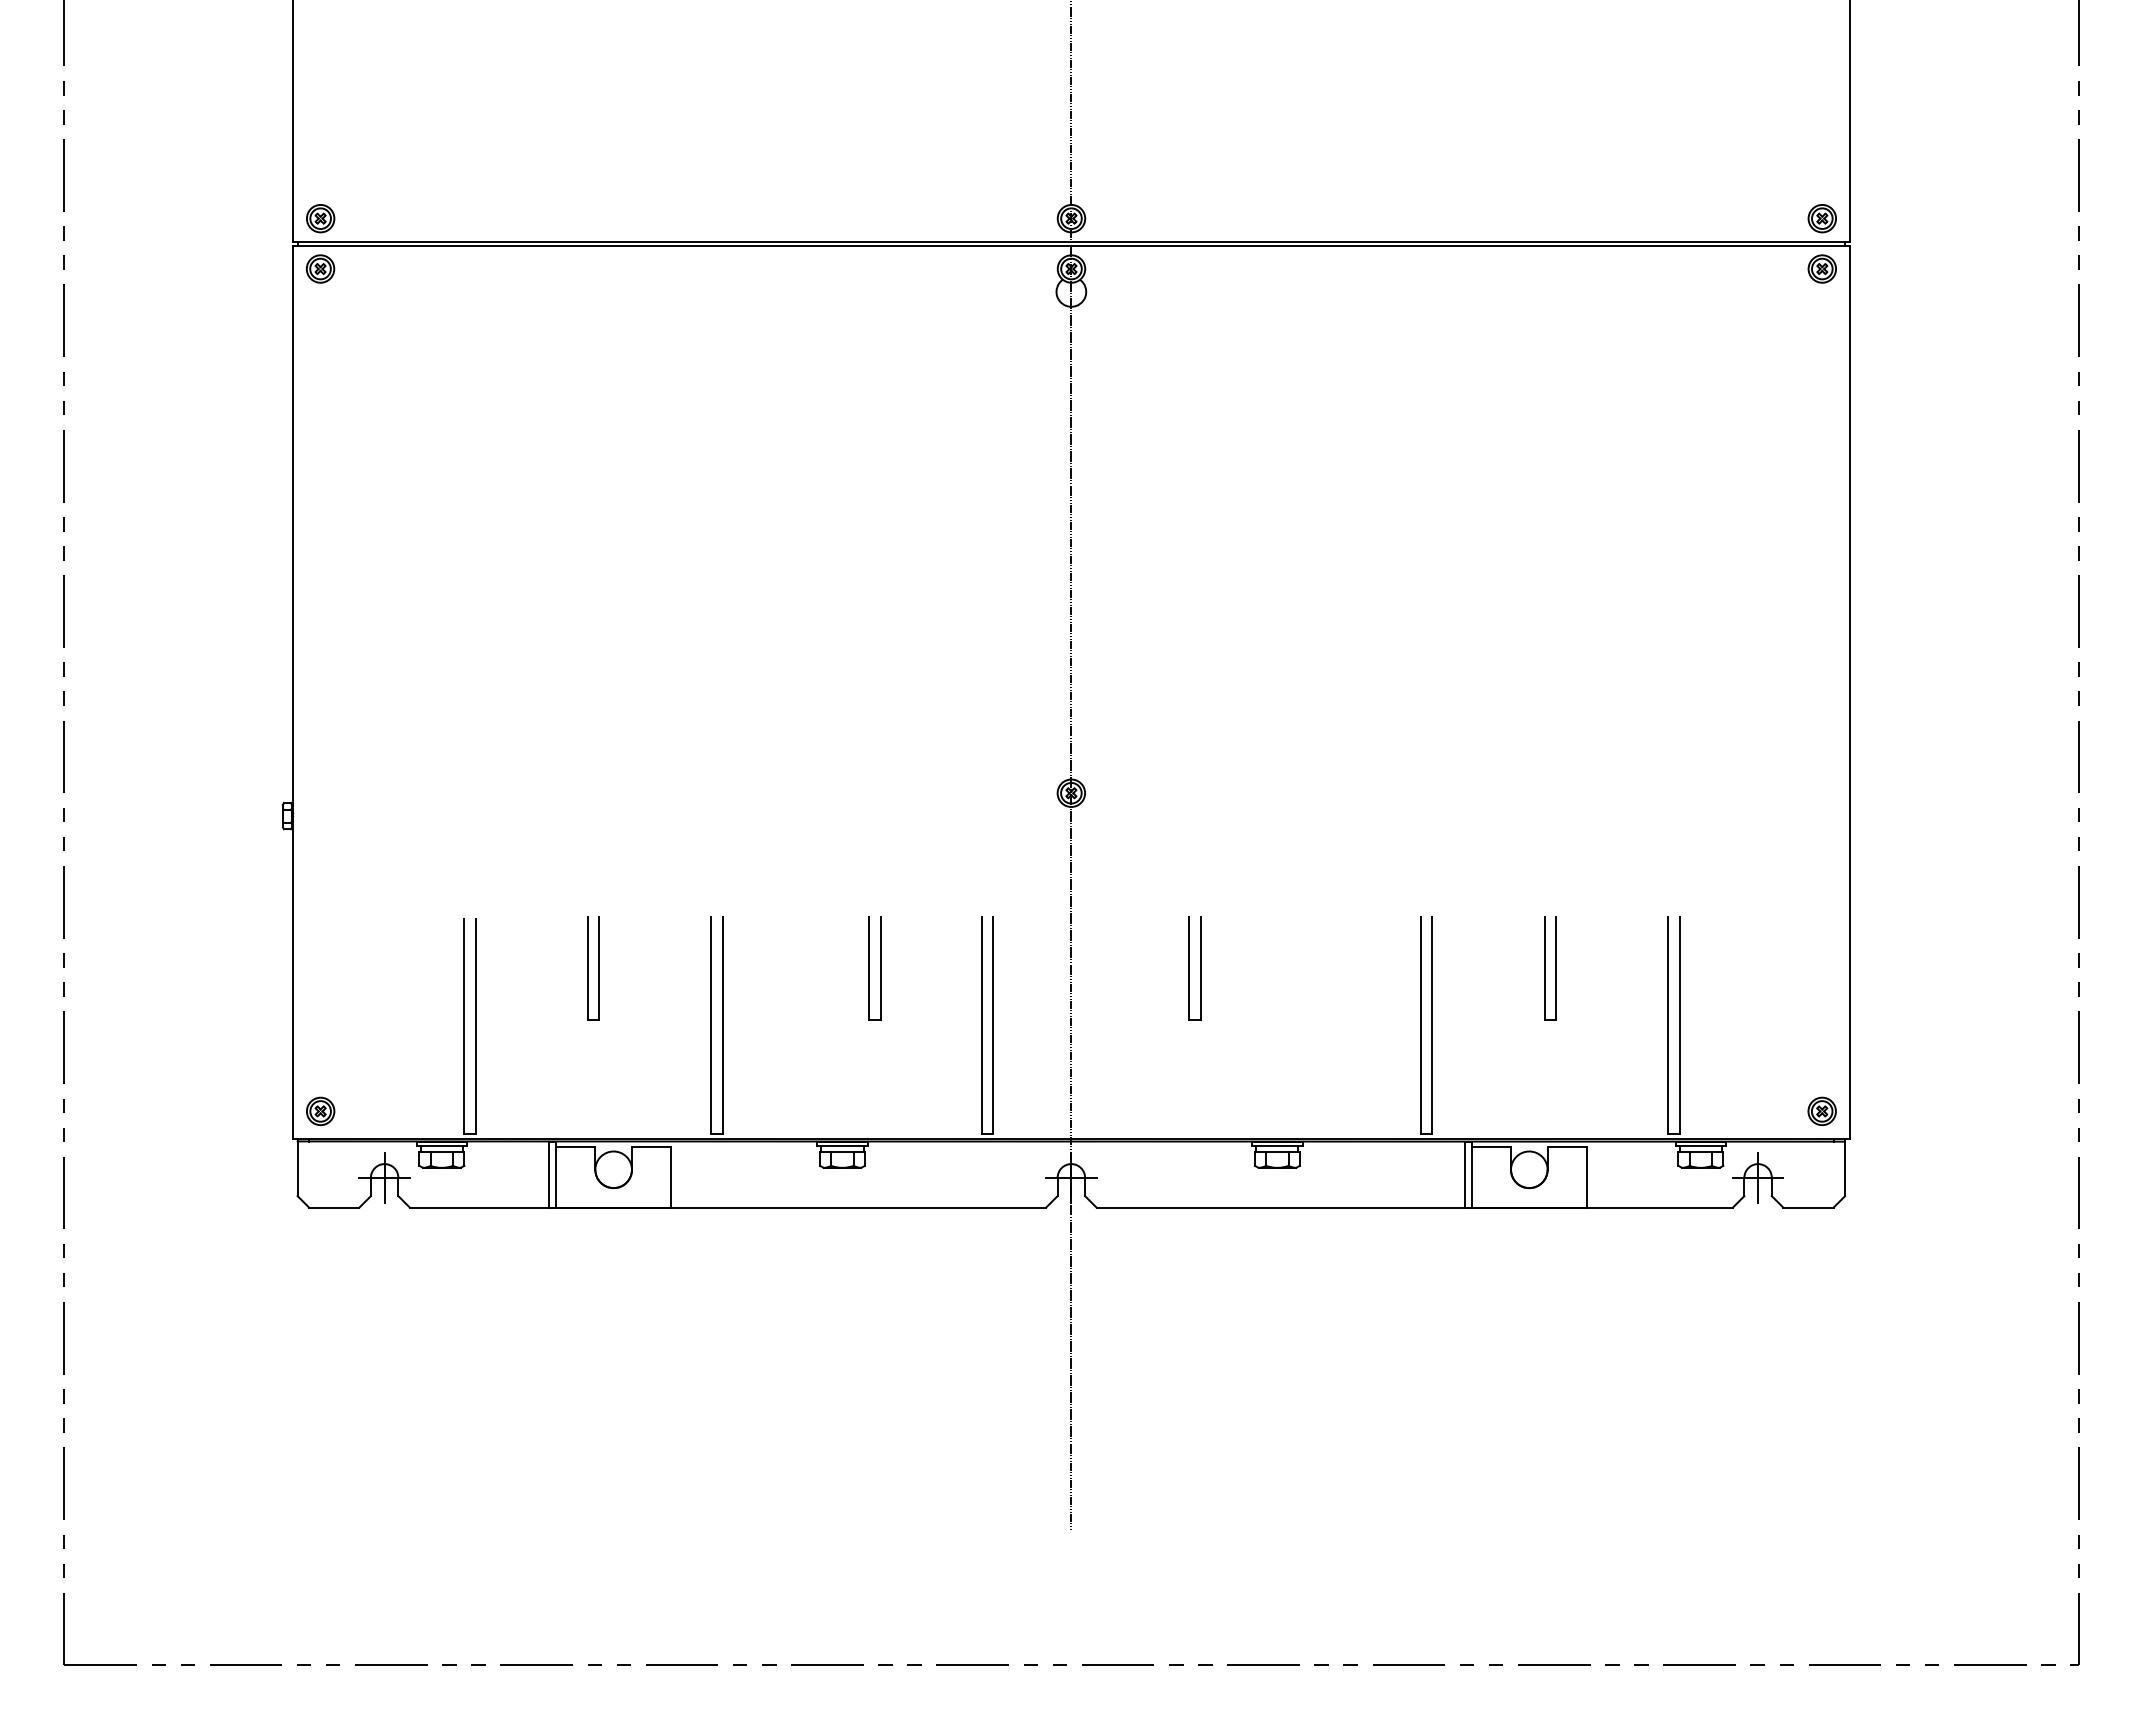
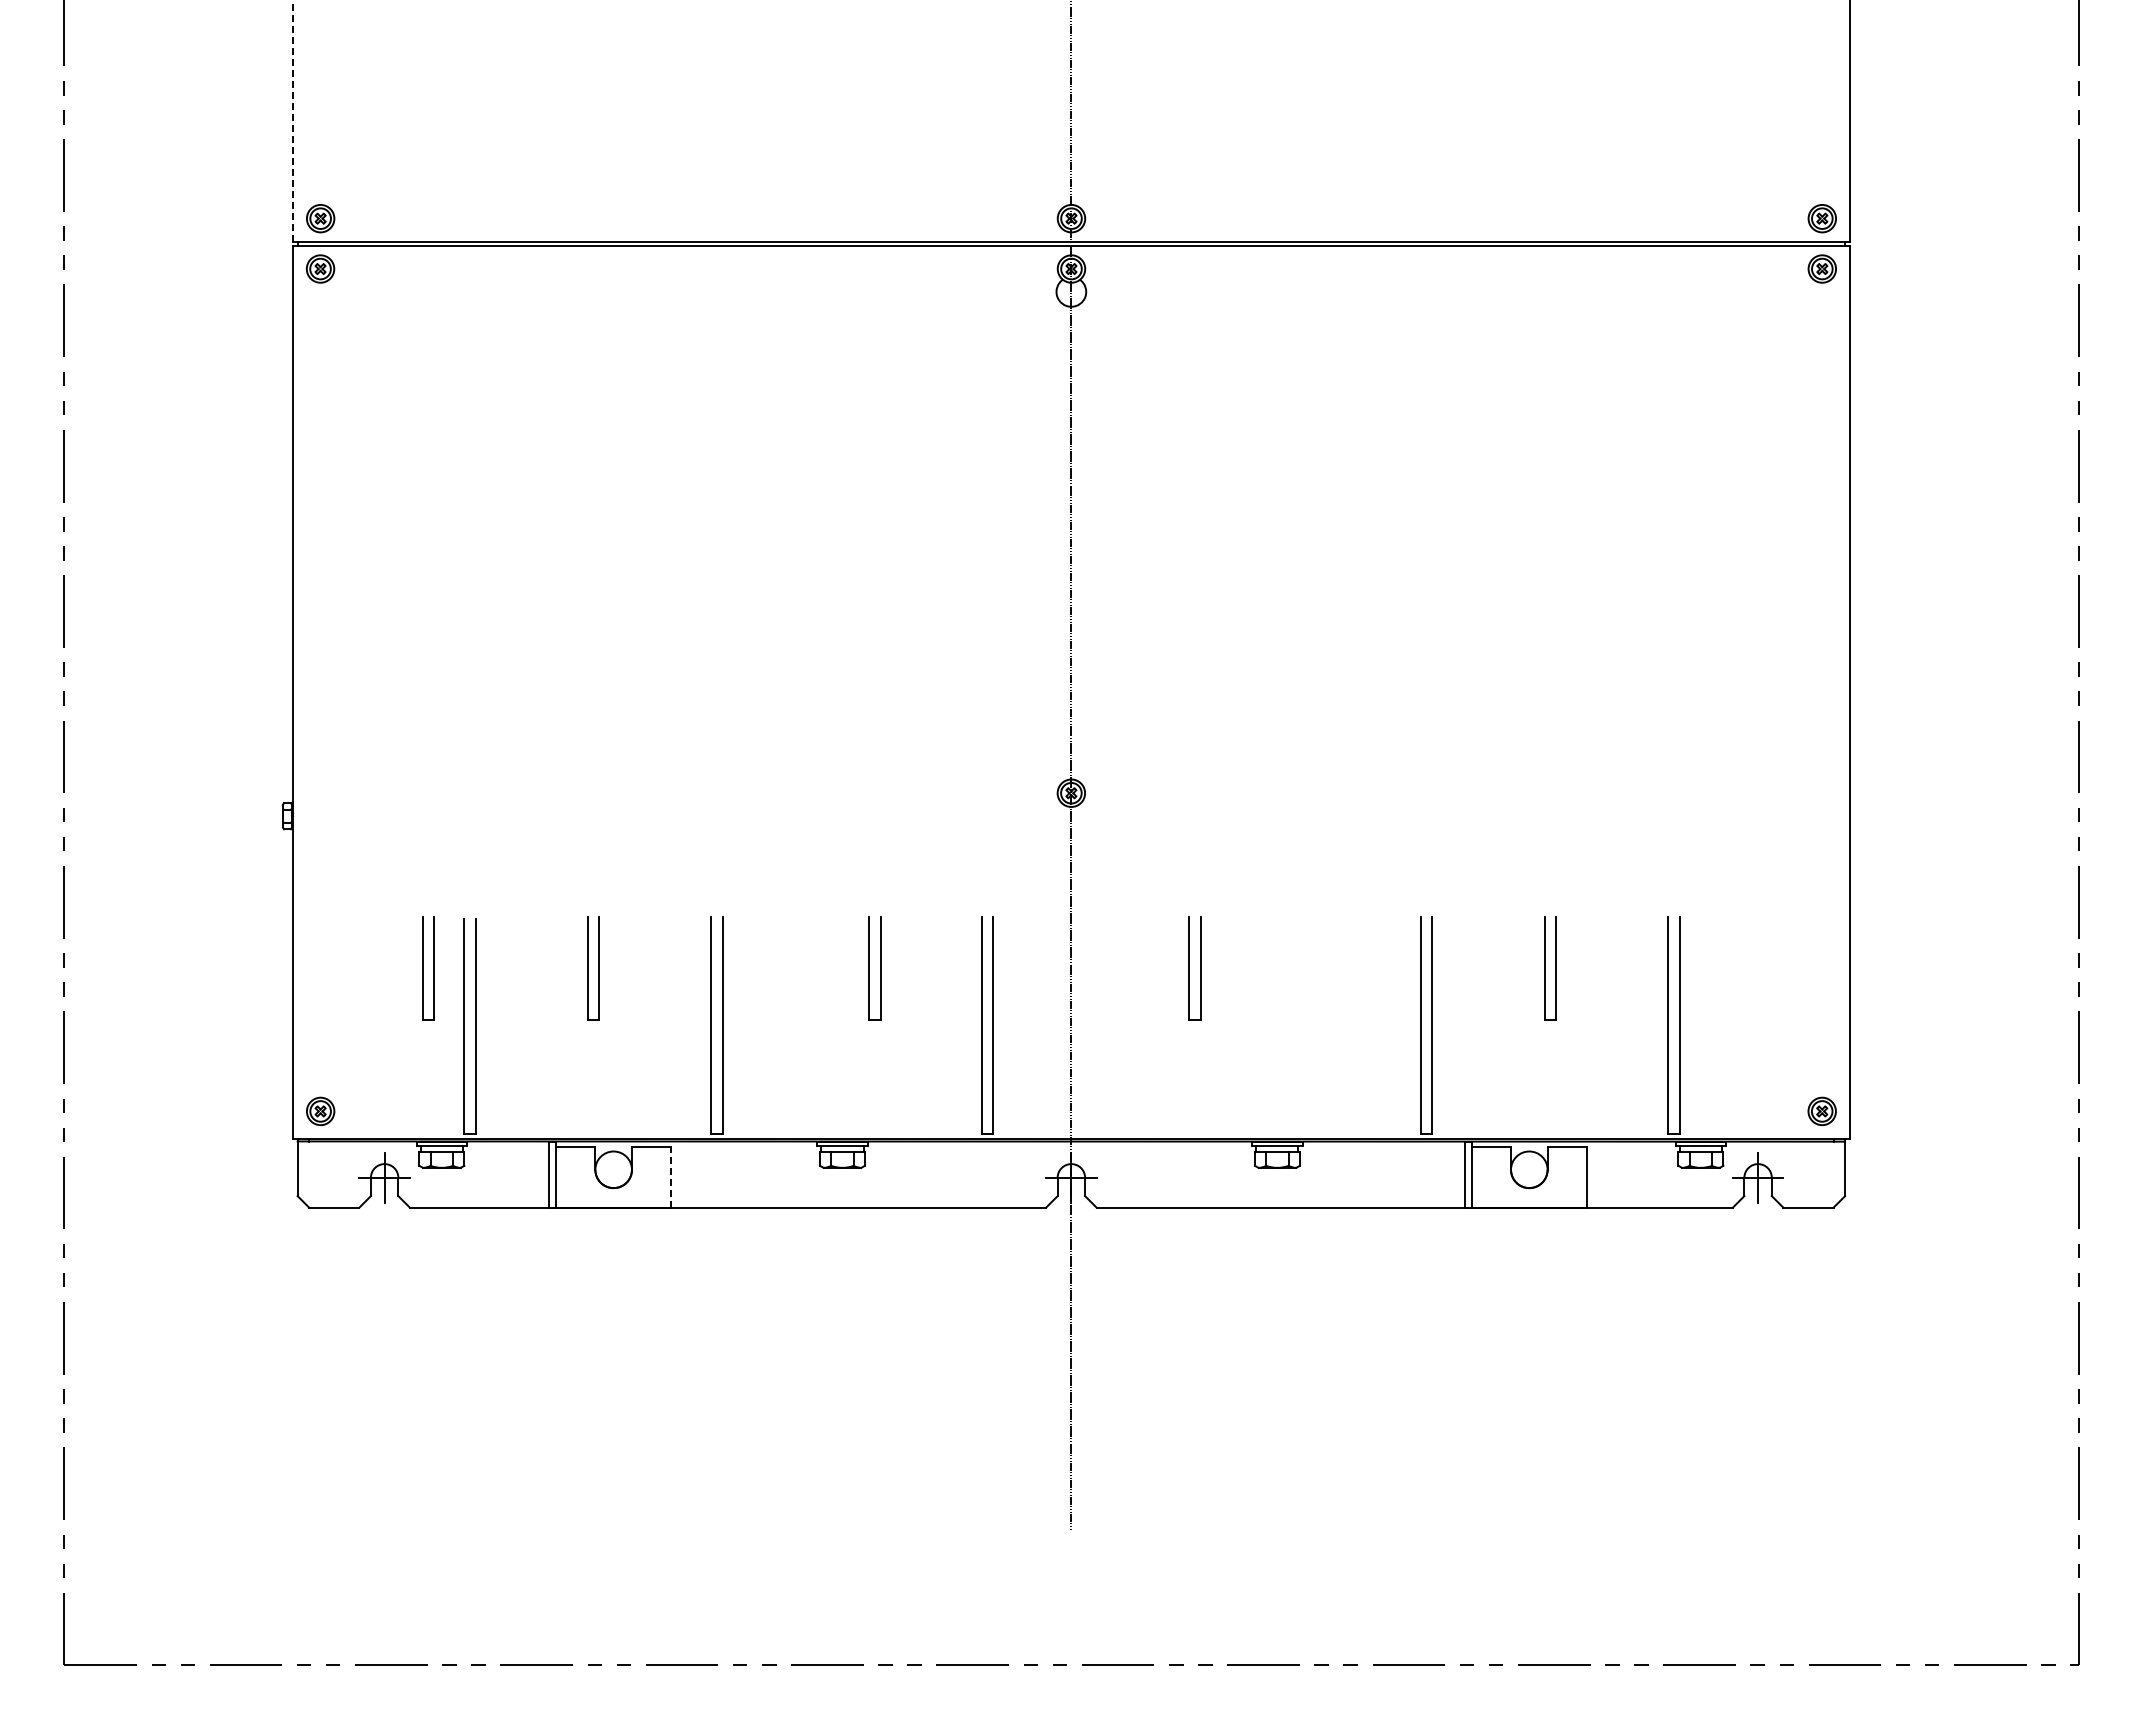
line at (293, 120): solid -> dashed
part at (428, 968): none -> present
line at (670, 1176): solid -> dashed
